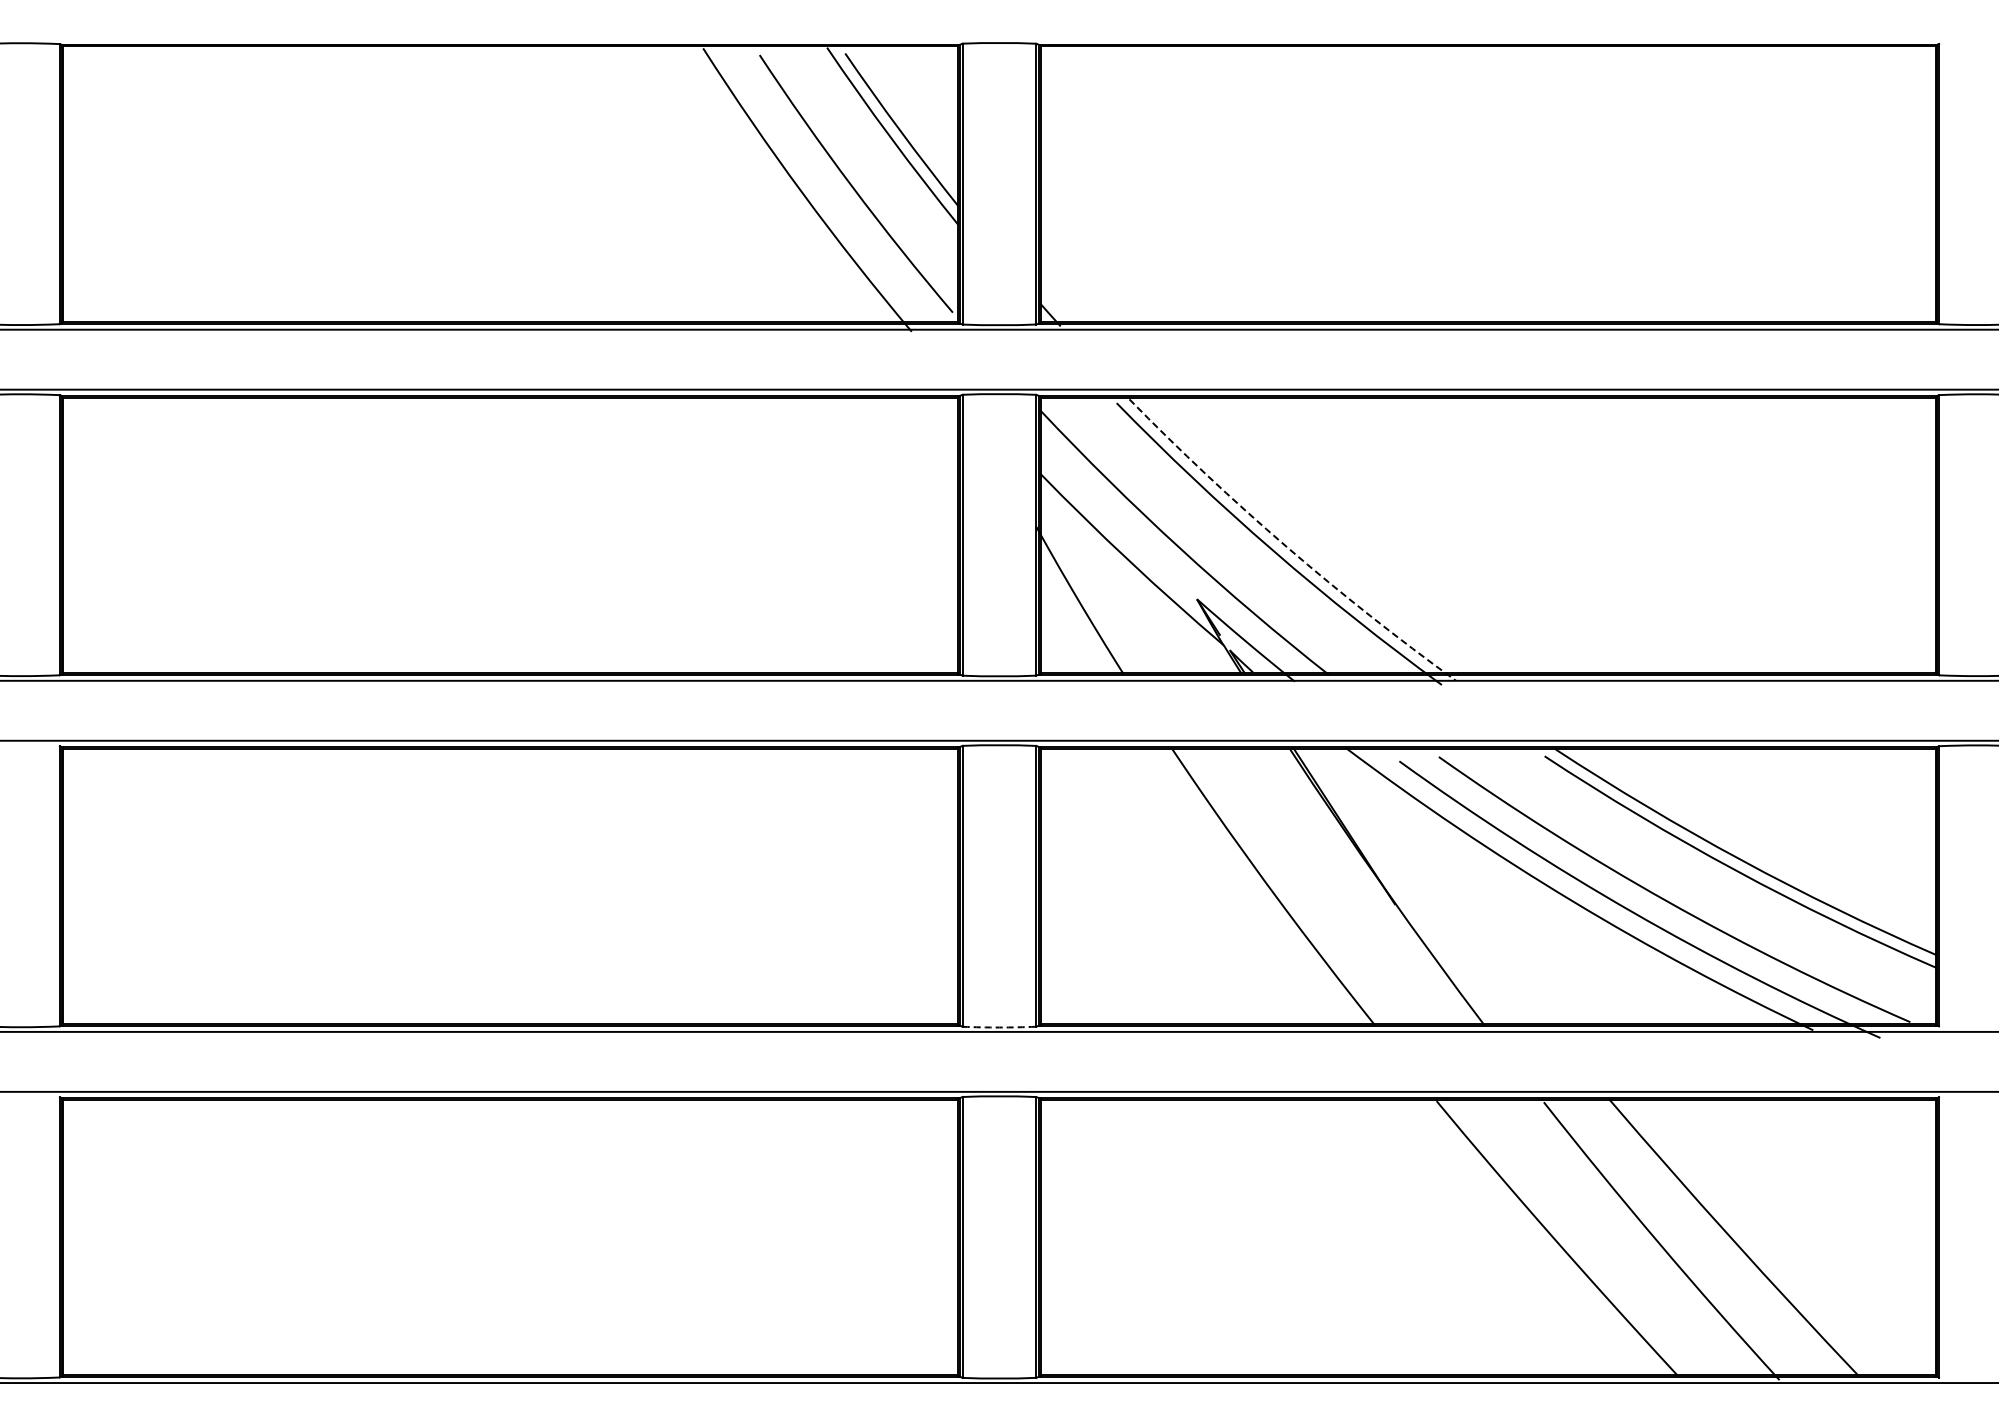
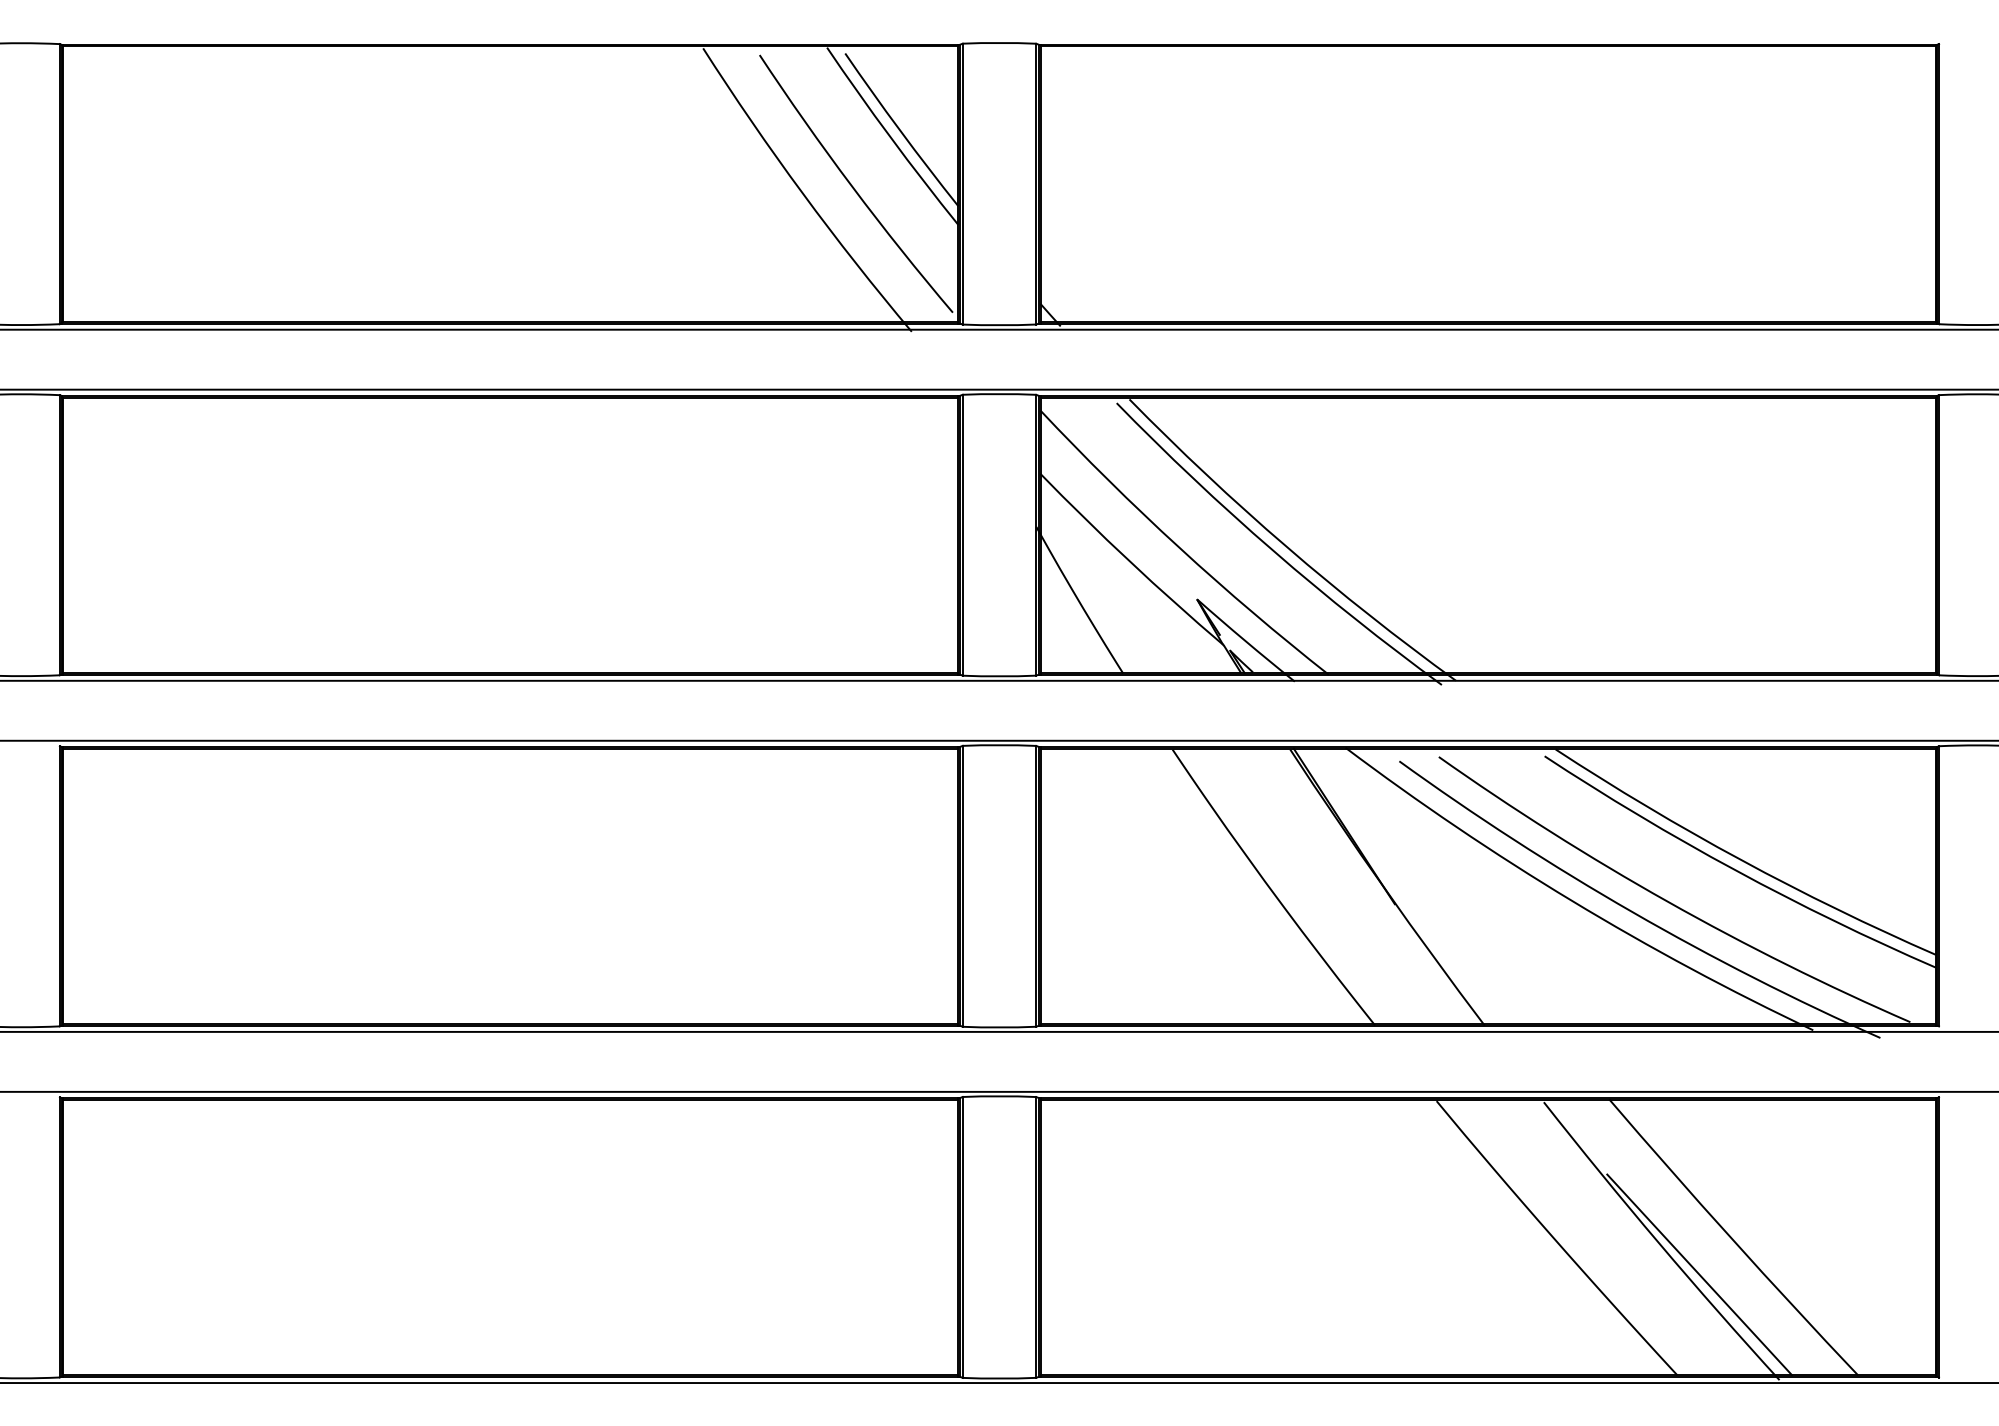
arc at (1286, 546): dashed -> solid
arc at (999, 1027): dashed -> solid
line at (1699, 1274): none -> present
